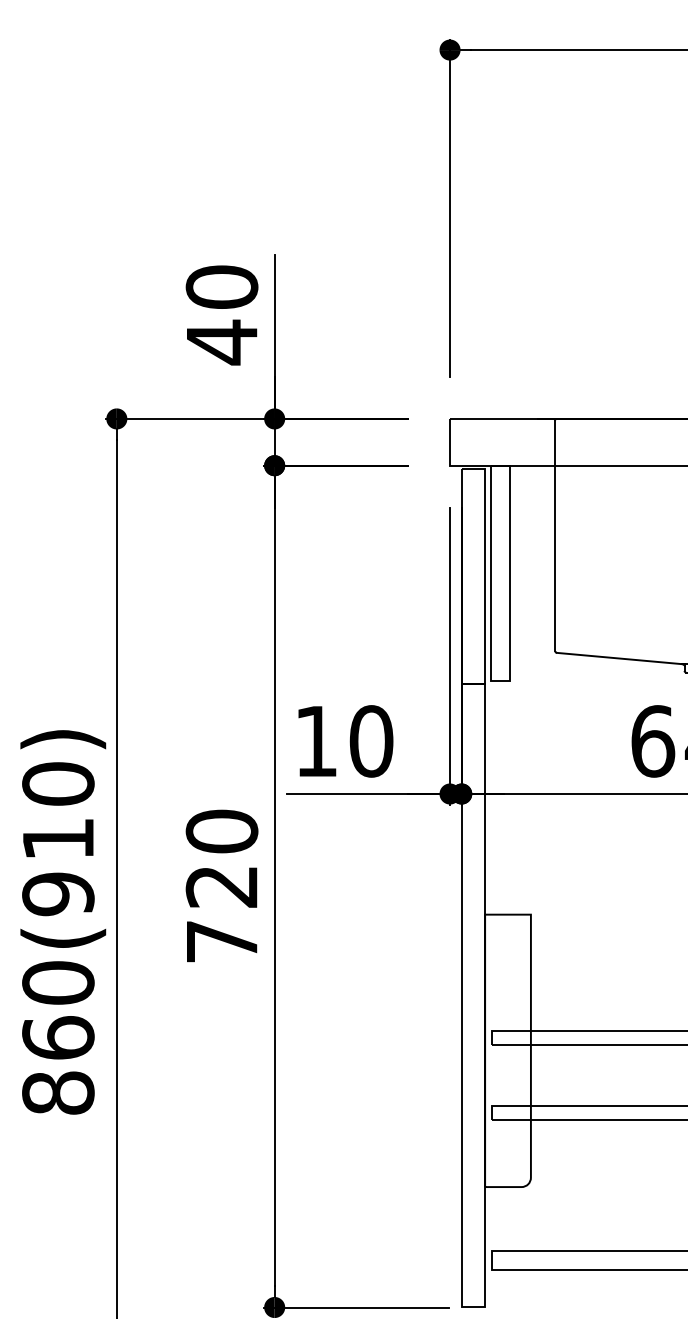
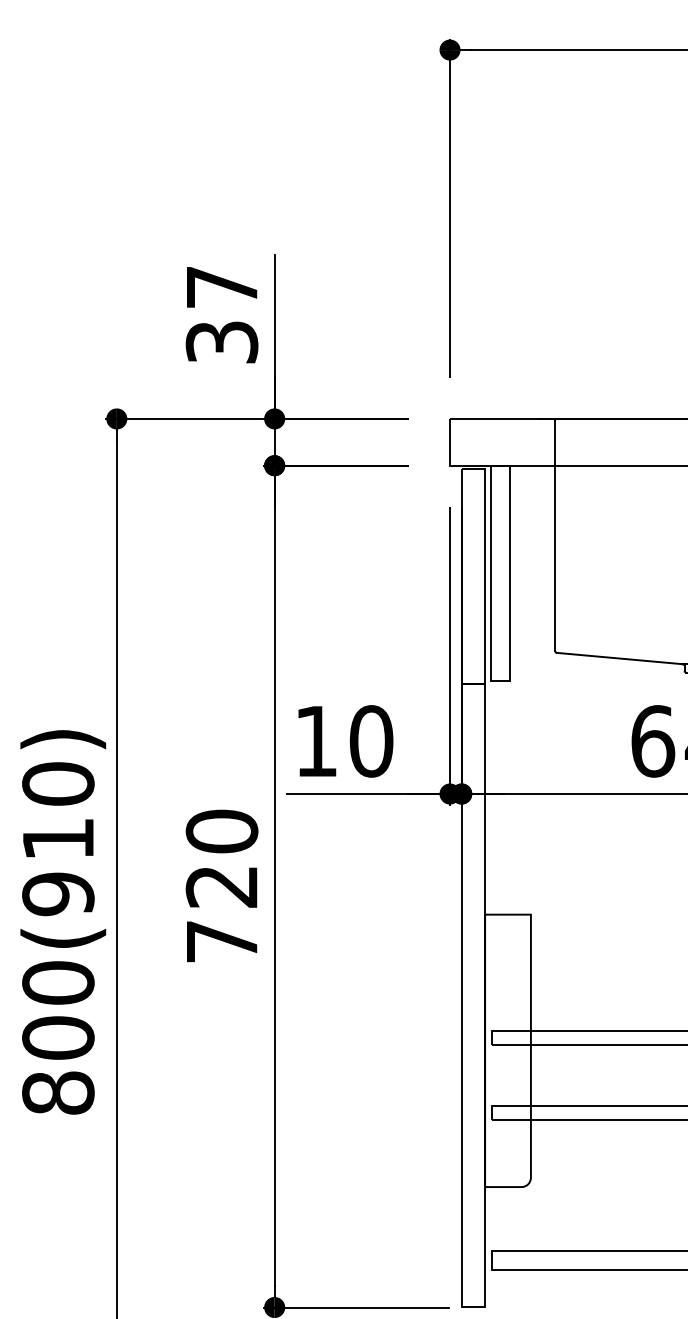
text at (221, 315): 40 -> 37
text at (58, 1037): 860(910) -> 800(910)
